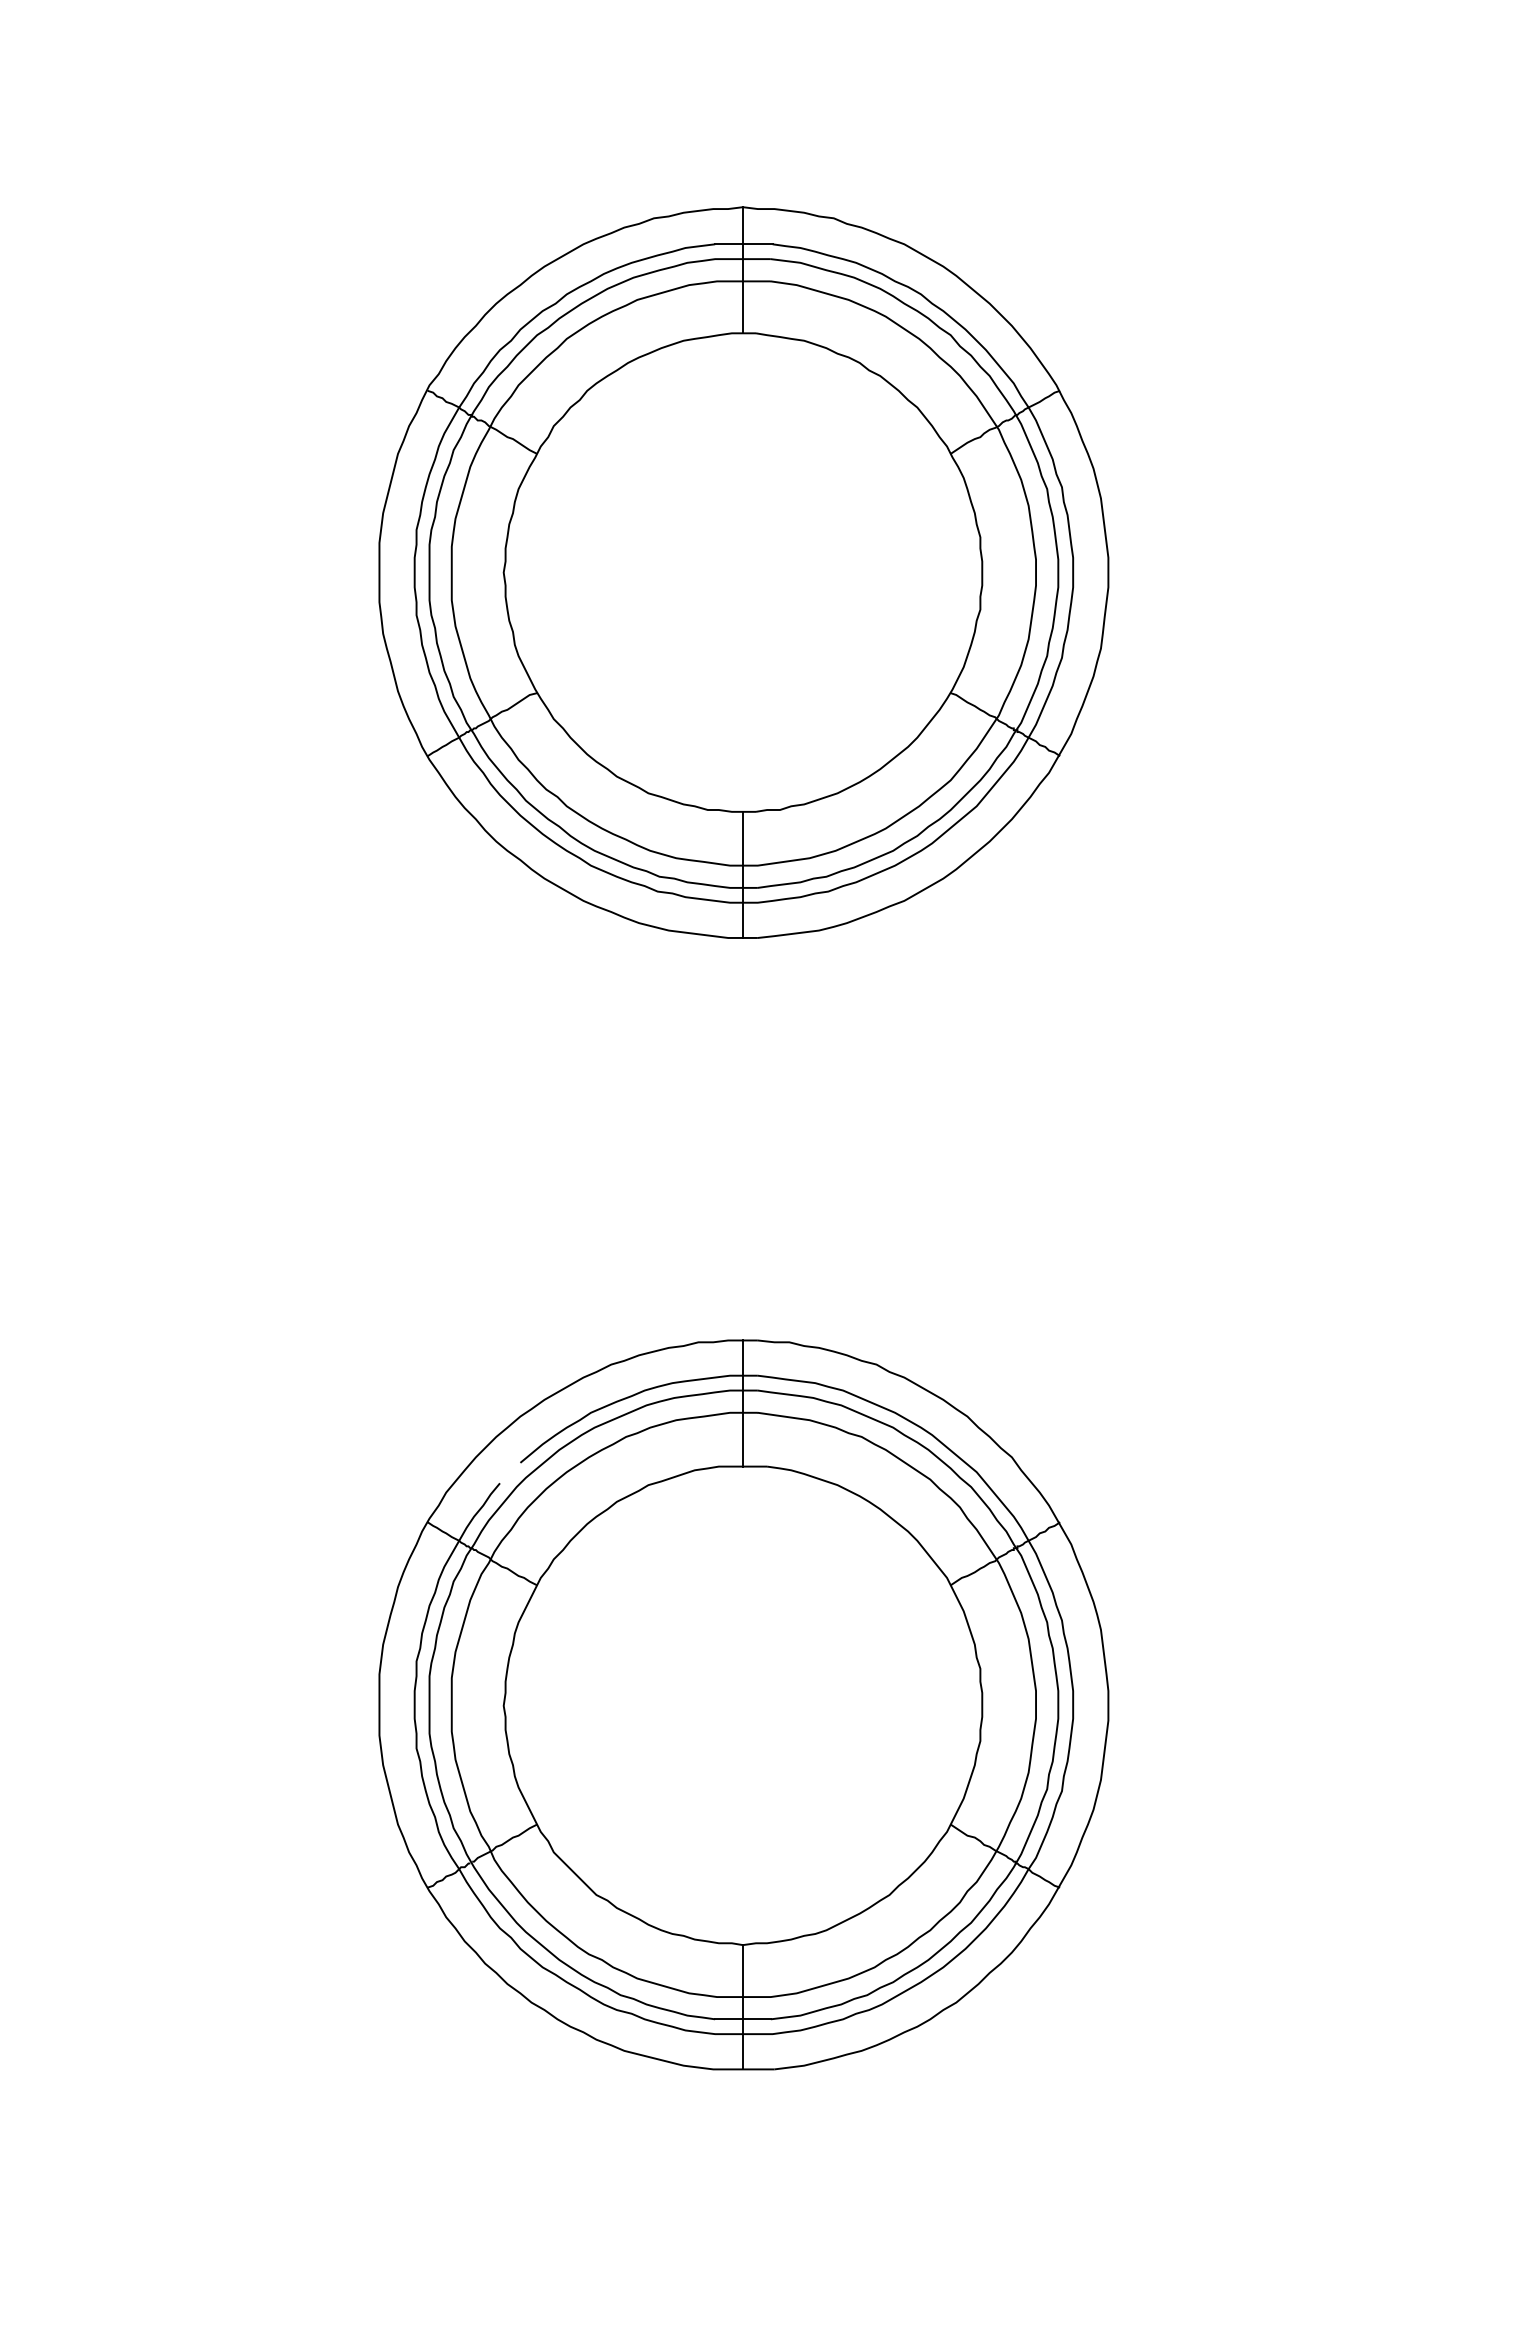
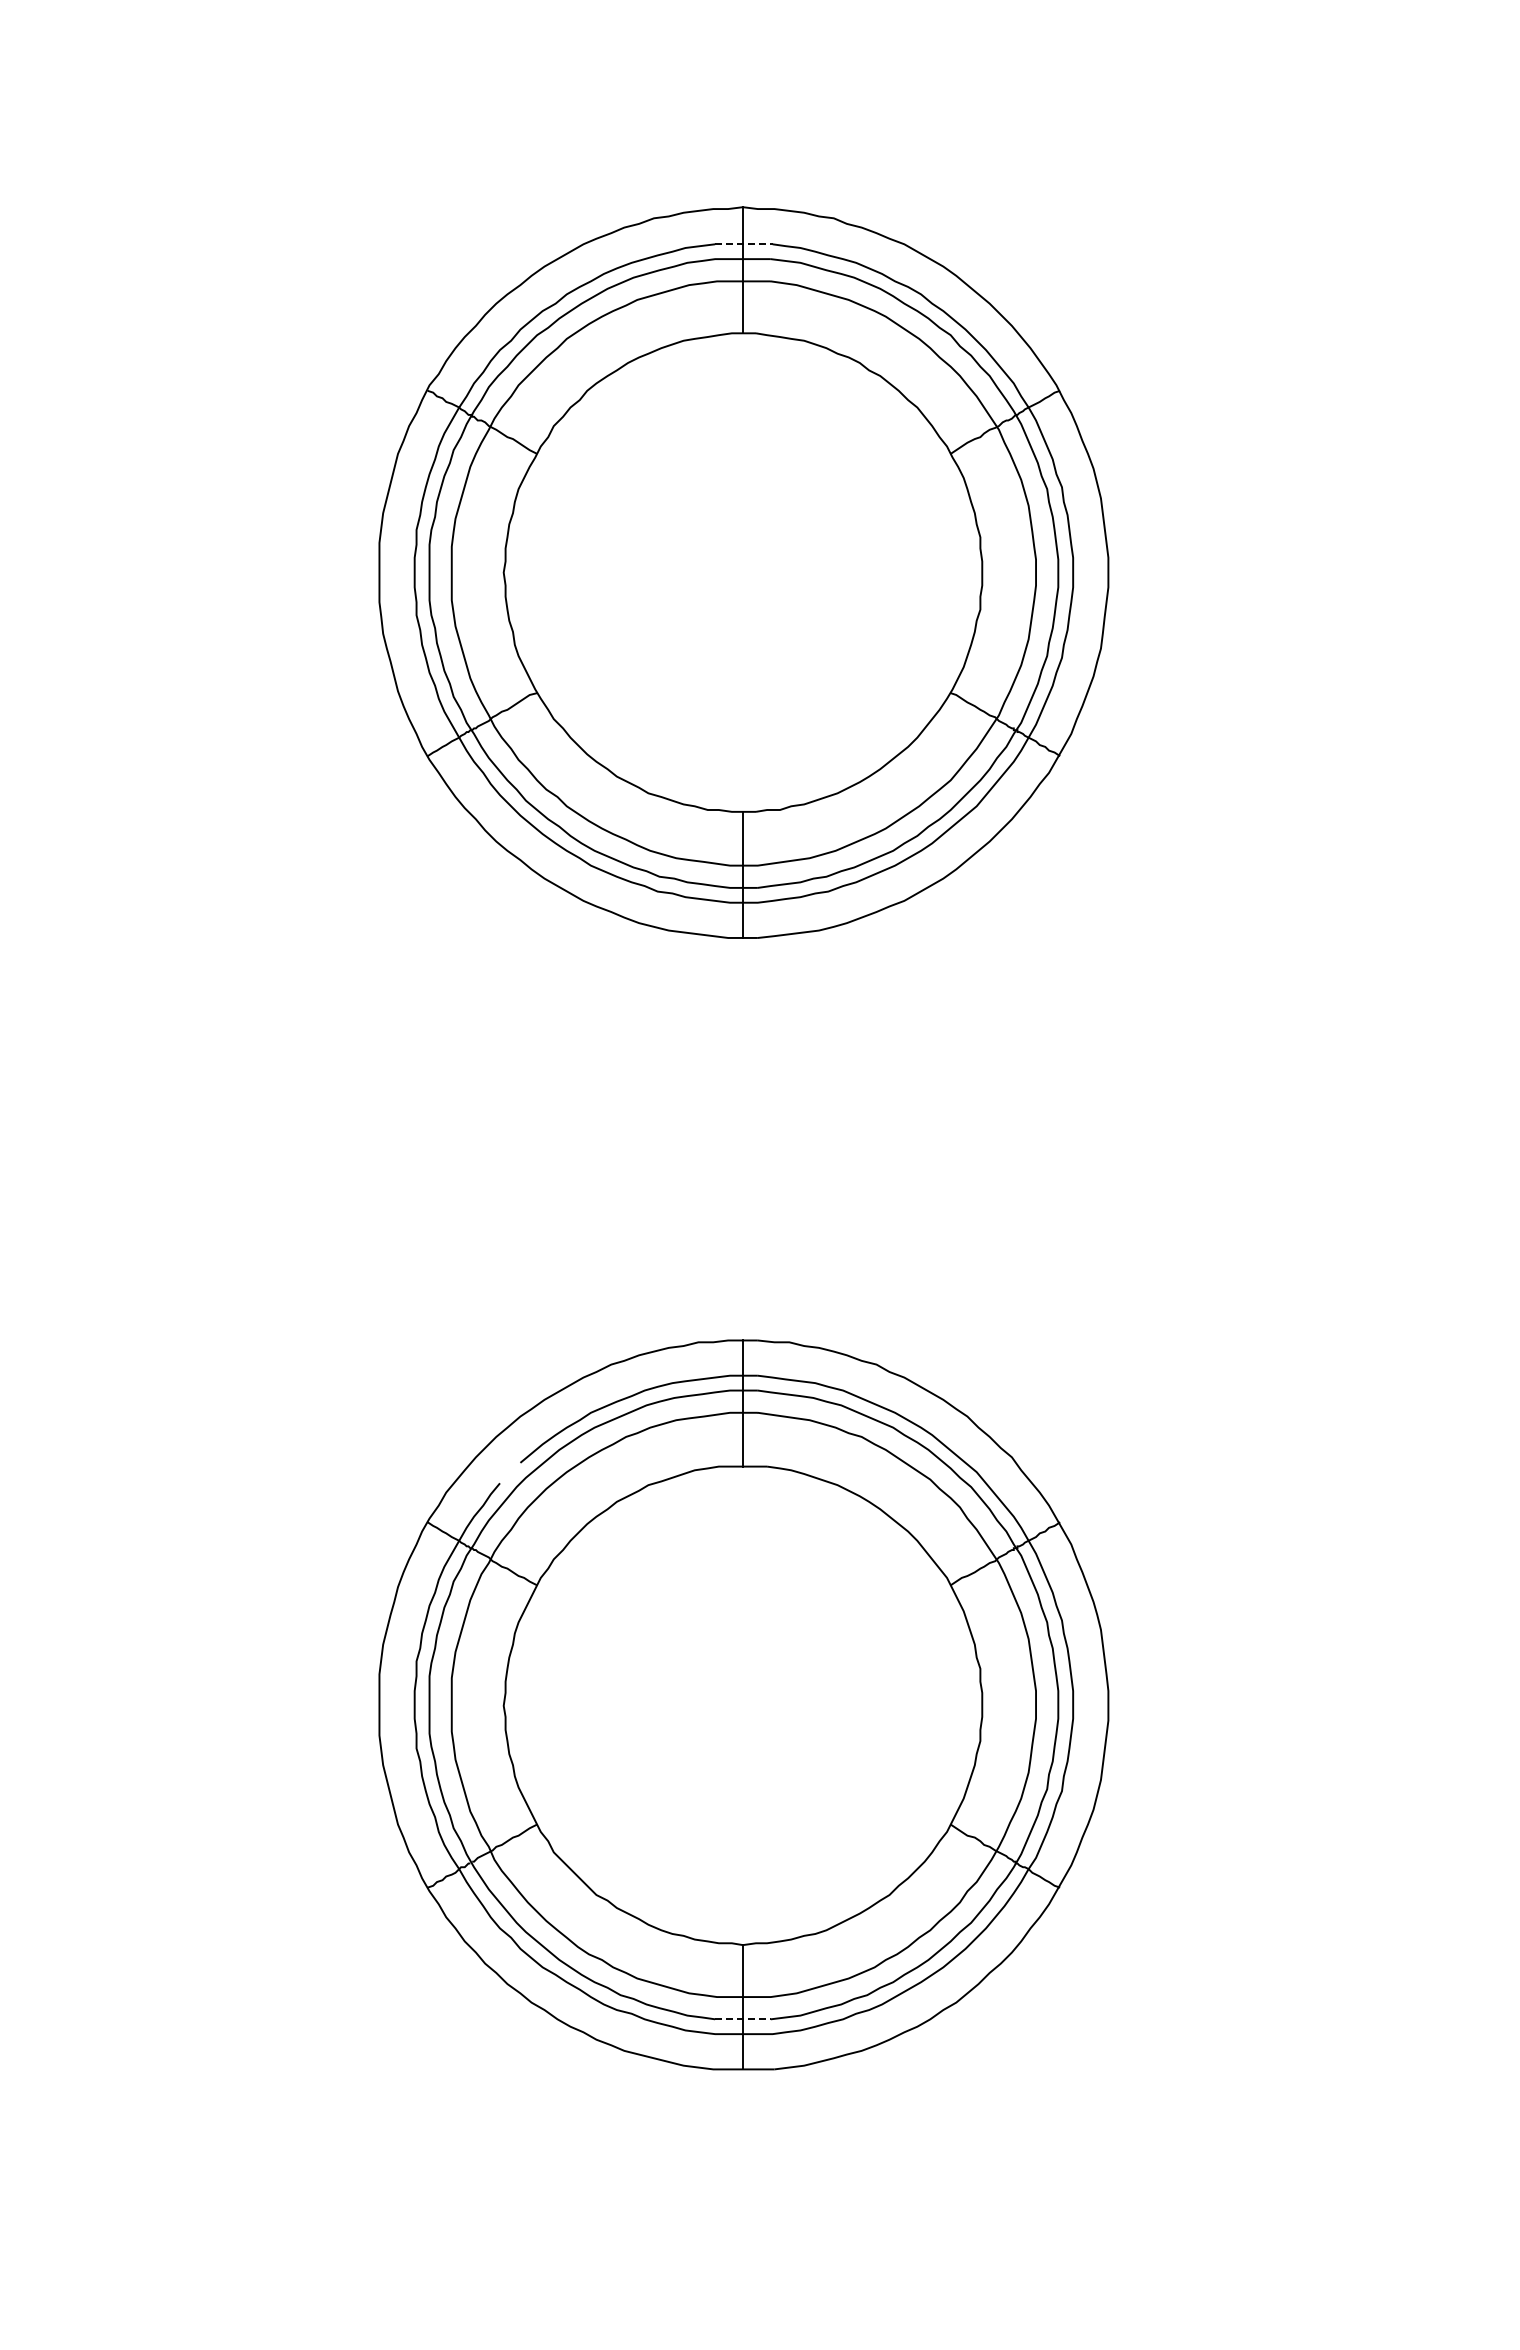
line at (743, 244): solid -> dashed
line at (742, 2019): solid -> dashed
